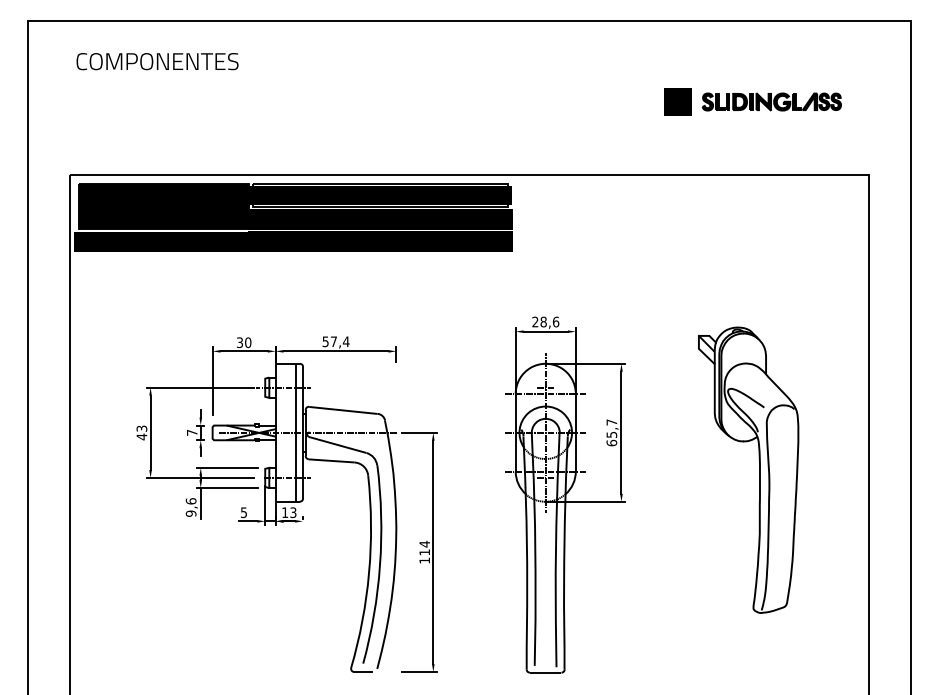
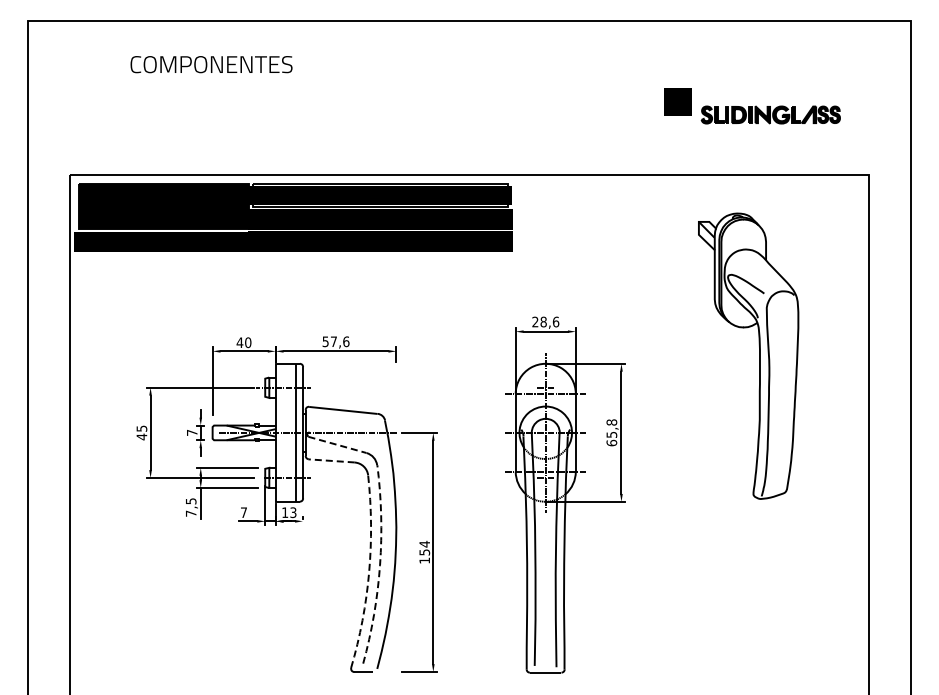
text at (157, 61) position: (157, 61) -> (211, 64)
part at (771, 101) position: (771, 101) -> (770, 114)
text at (345, 341): 57,4 -> 57,6
text at (239, 342): 30 -> 40
text at (611, 422): 65,7 -> 65,8
text at (141, 428): 43 -> 45
line at (337, 445): solid -> dashed
line at (331, 460): solid -> dashed
part at (759, 469) position: (759, 469) -> (759, 355)
text at (190, 507): 9,6 -> 7,5
text at (243, 512): 5 -> 7
text at (424, 552): 114 -> 154
arc at (380, 565): solid -> dashed
arc at (369, 572): solid -> dashed
